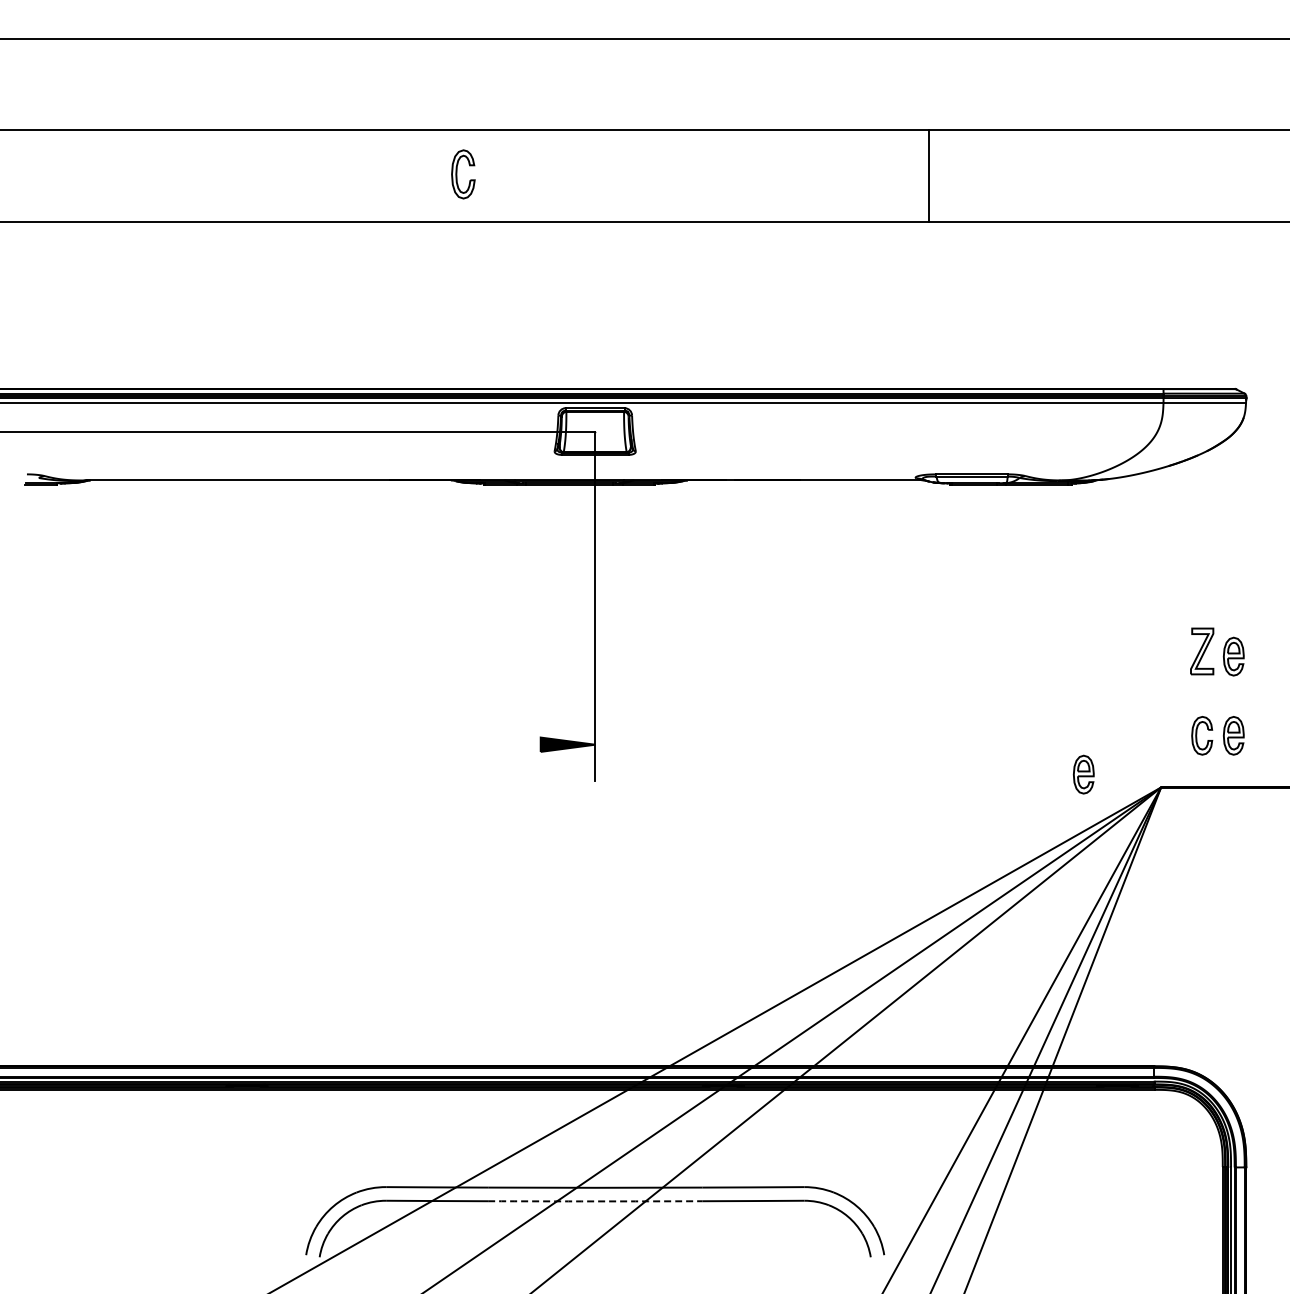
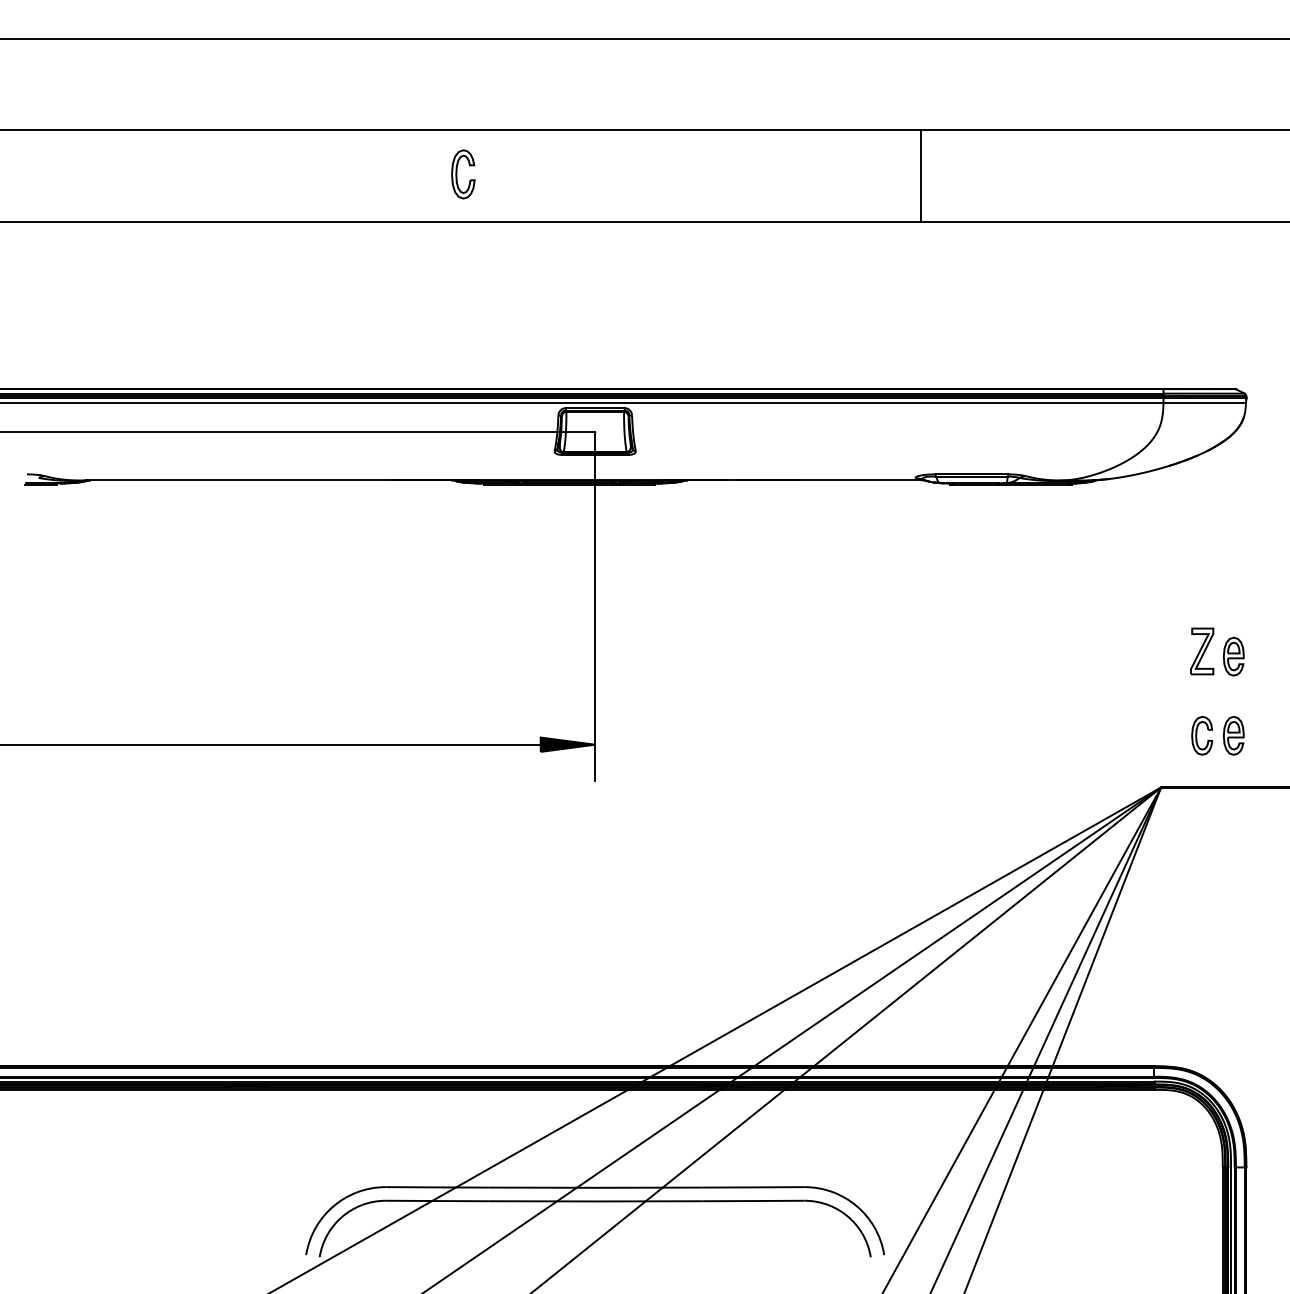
line at (929, 176) position: (929, 176) -> (921, 176)
line at (271, 744): none -> present
part at (1083, 774): present -> none
arc at (595, 1201): dashed -> solid
